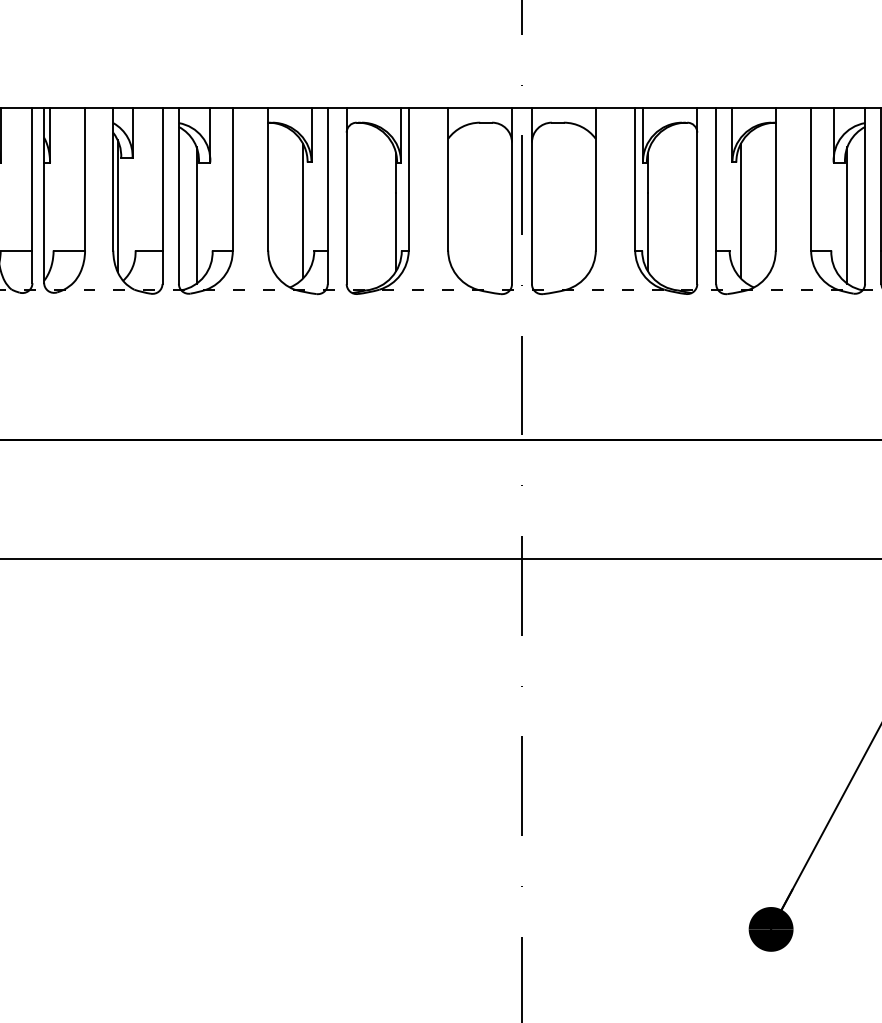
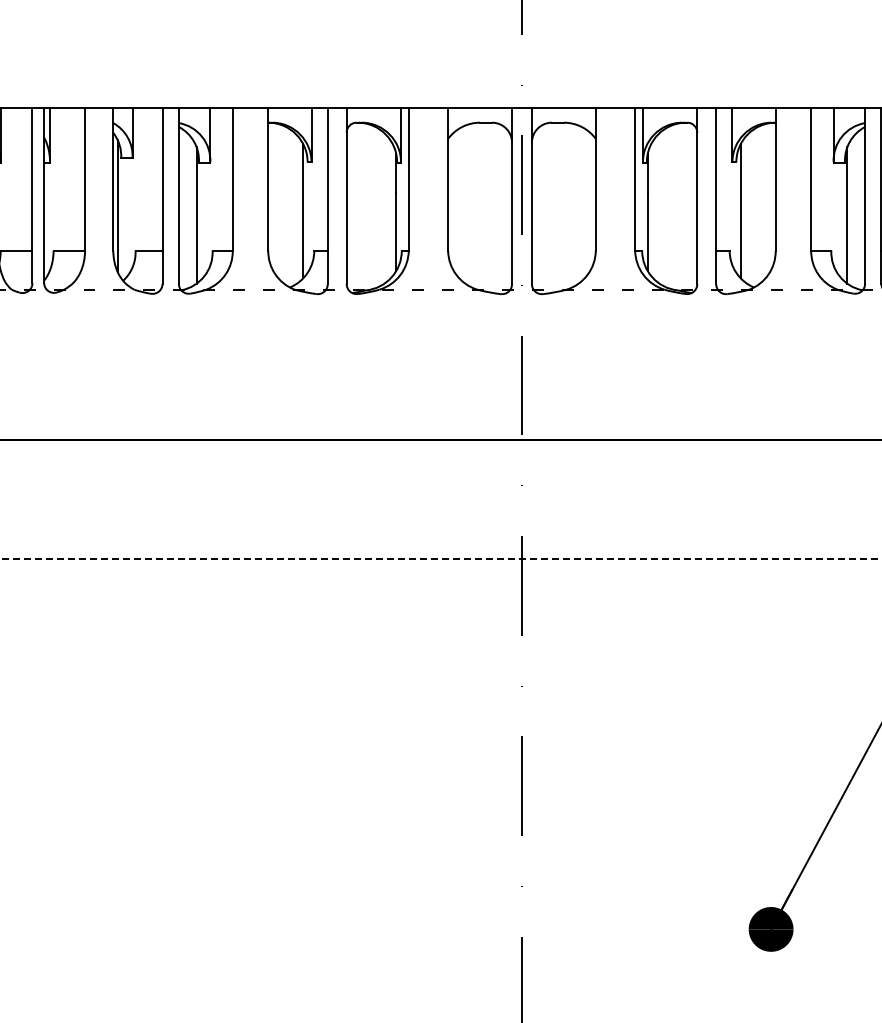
line at (441, 559): solid -> dashed
